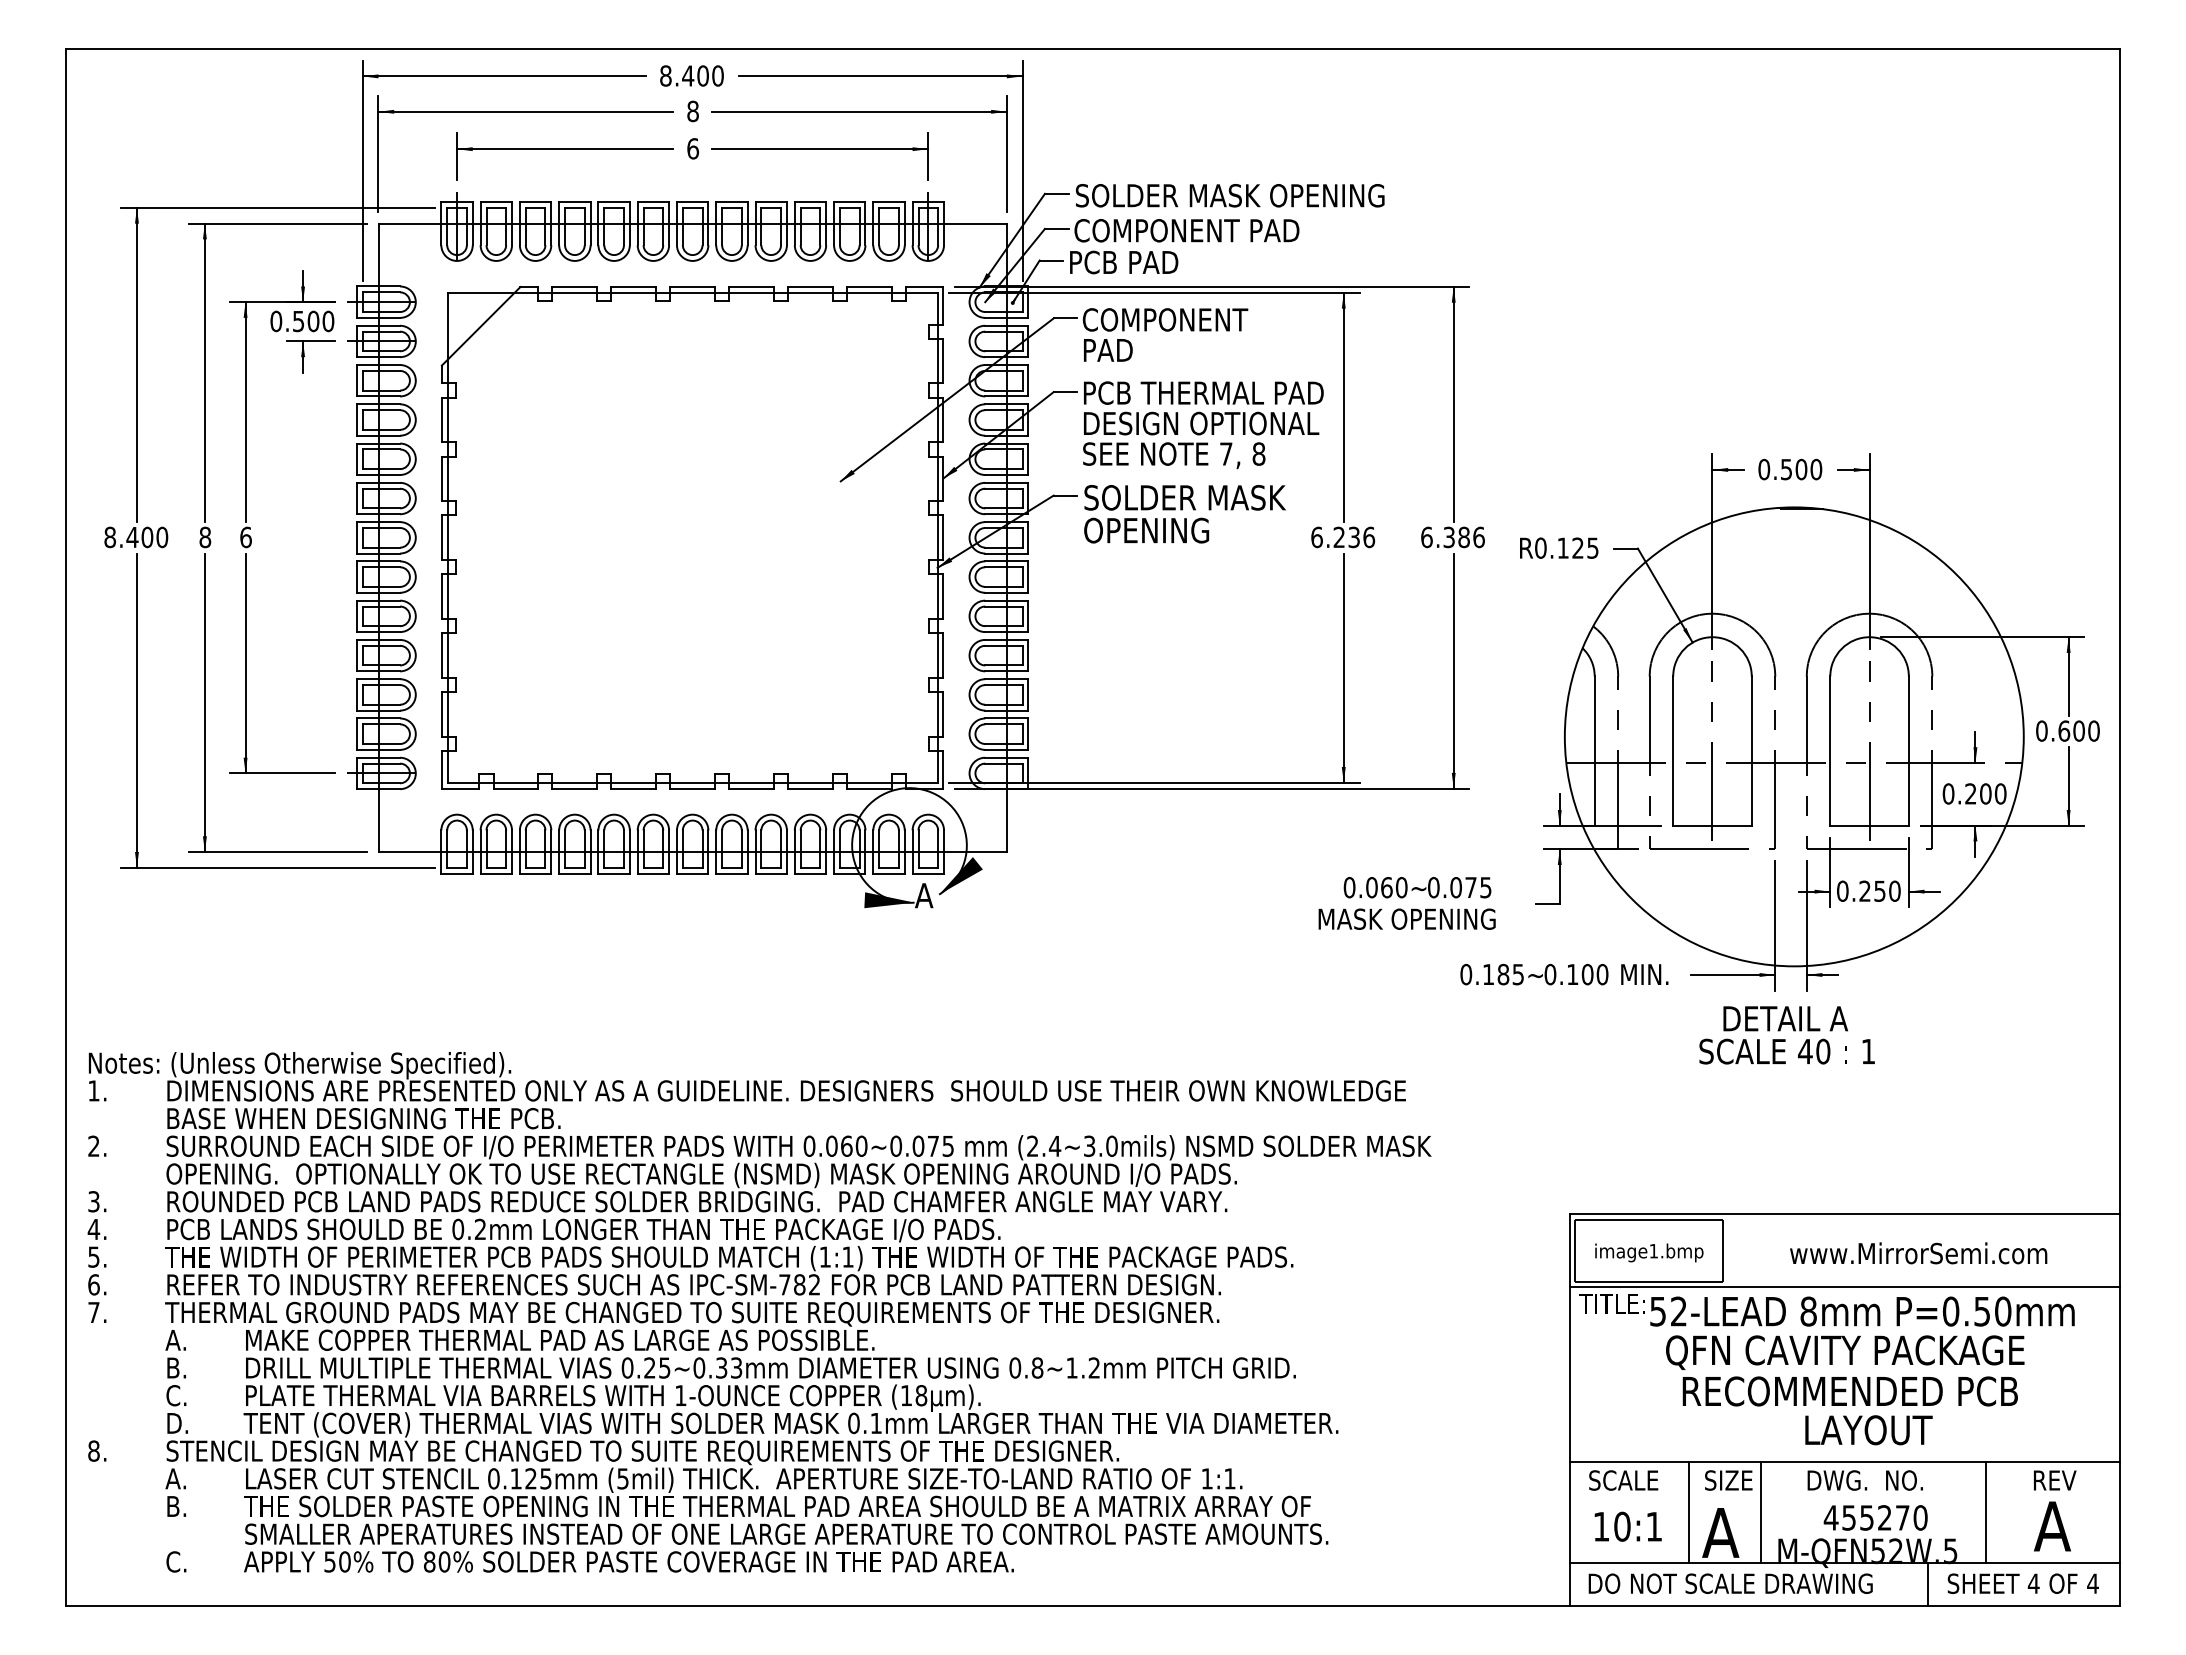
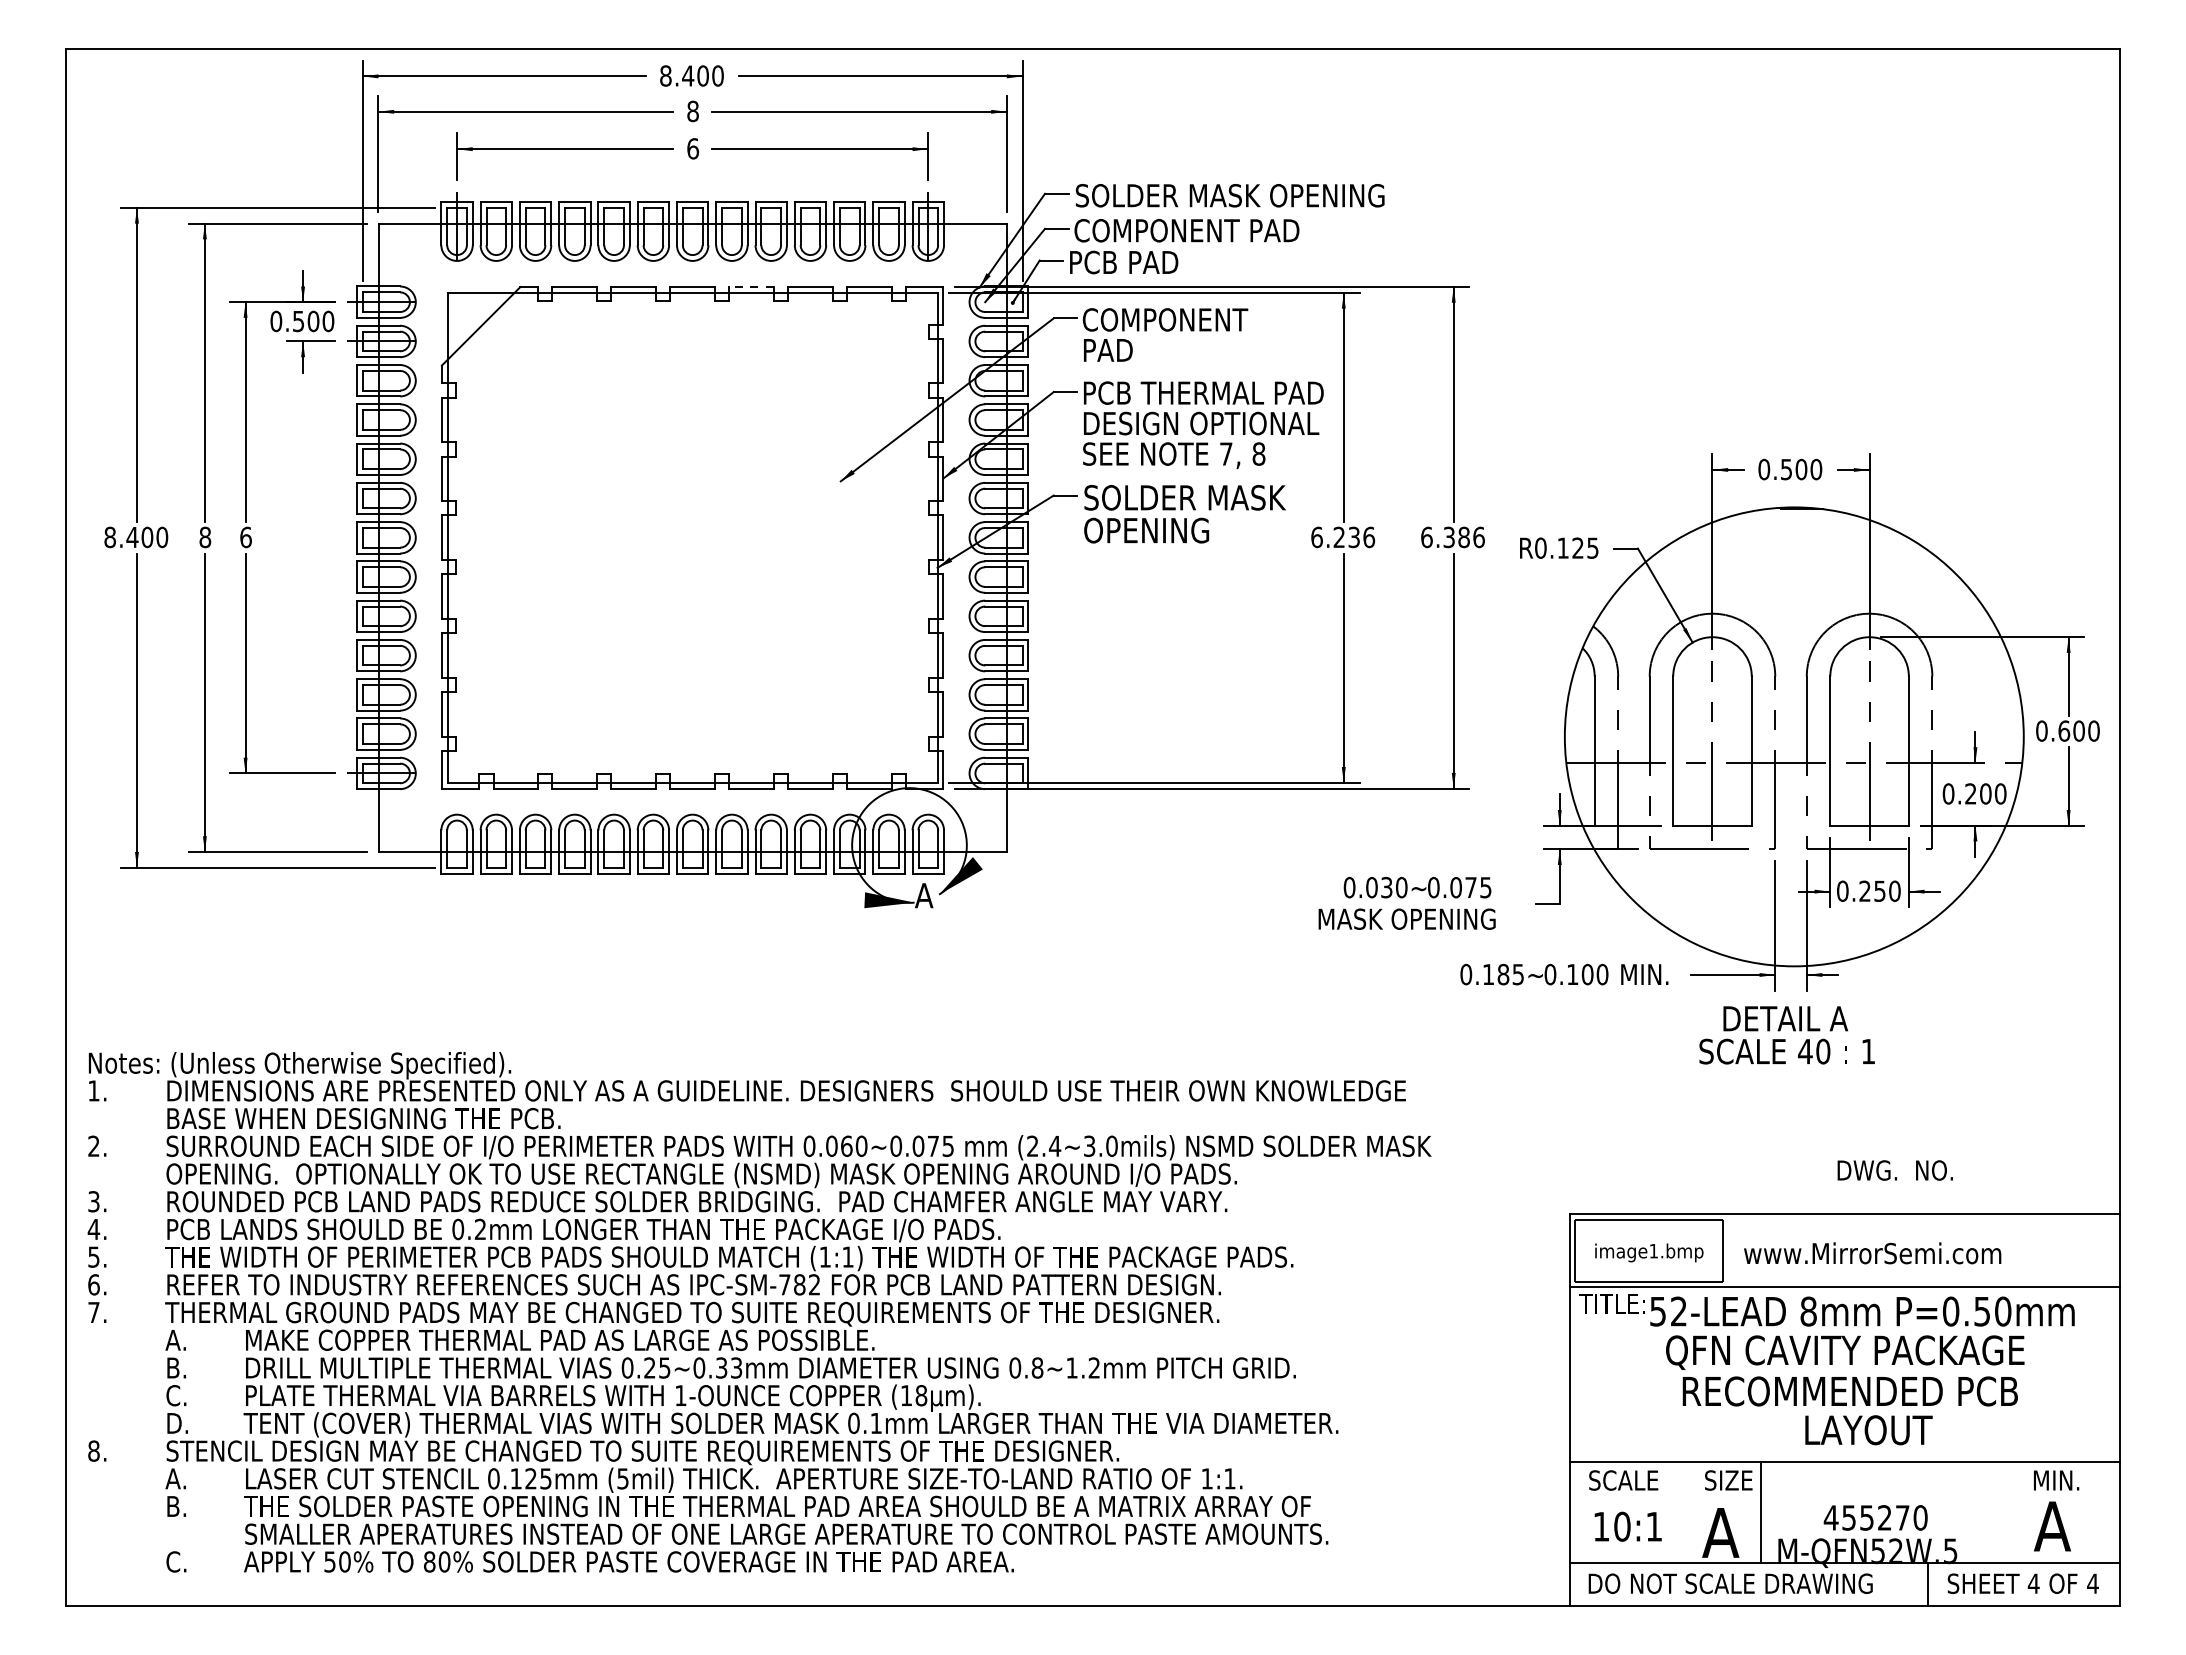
line at (751, 287): solid -> dashed
text at (1386, 887): 0.060~ -> 0.030~
text at (1918, 1253) position: (1918, 1253) -> (1872, 1253)
text at (1864, 1480) position: (1864, 1480) -> (1894, 1170)
text at (2057, 1480): REV -> MIN.
line at (1689, 1512): present -> none
line at (1985, 1512): present -> none
